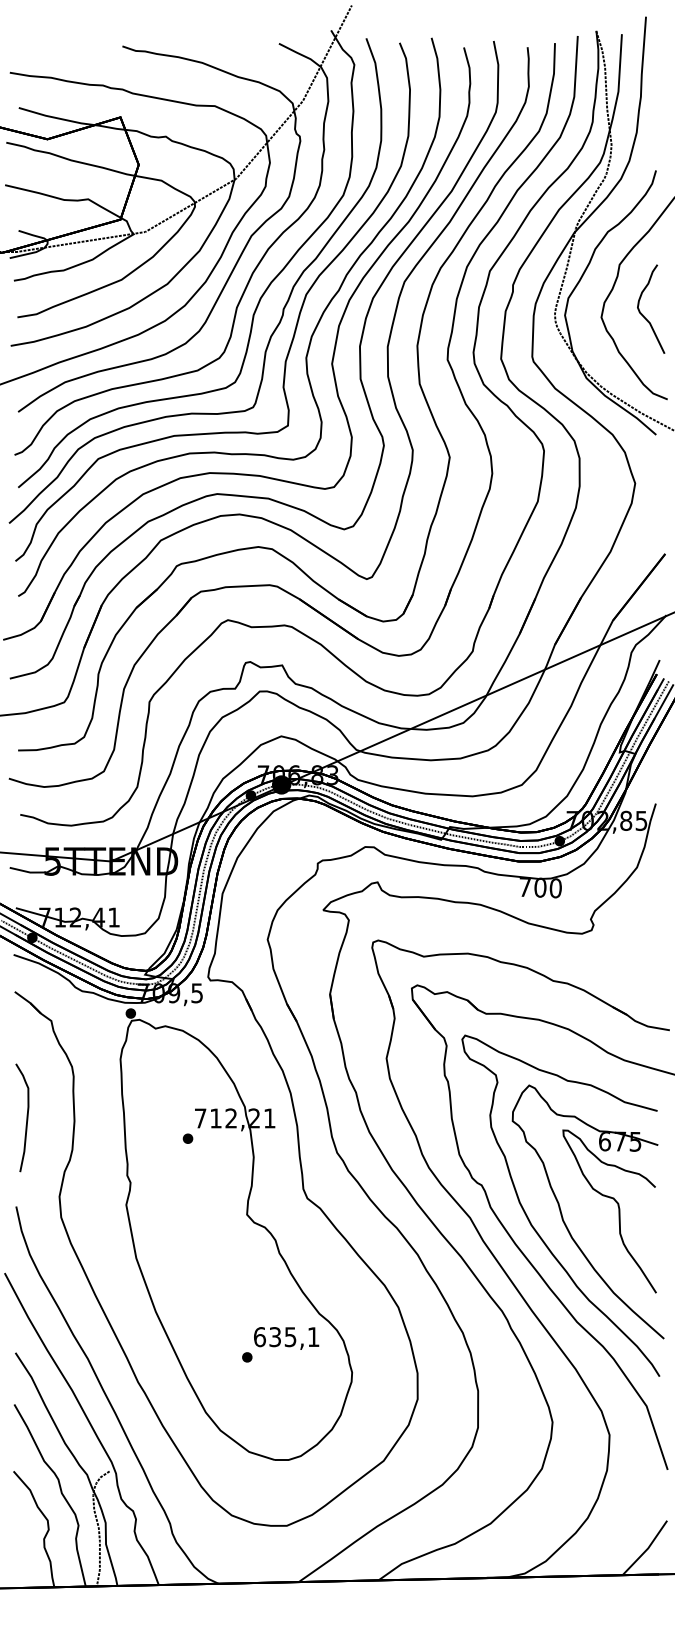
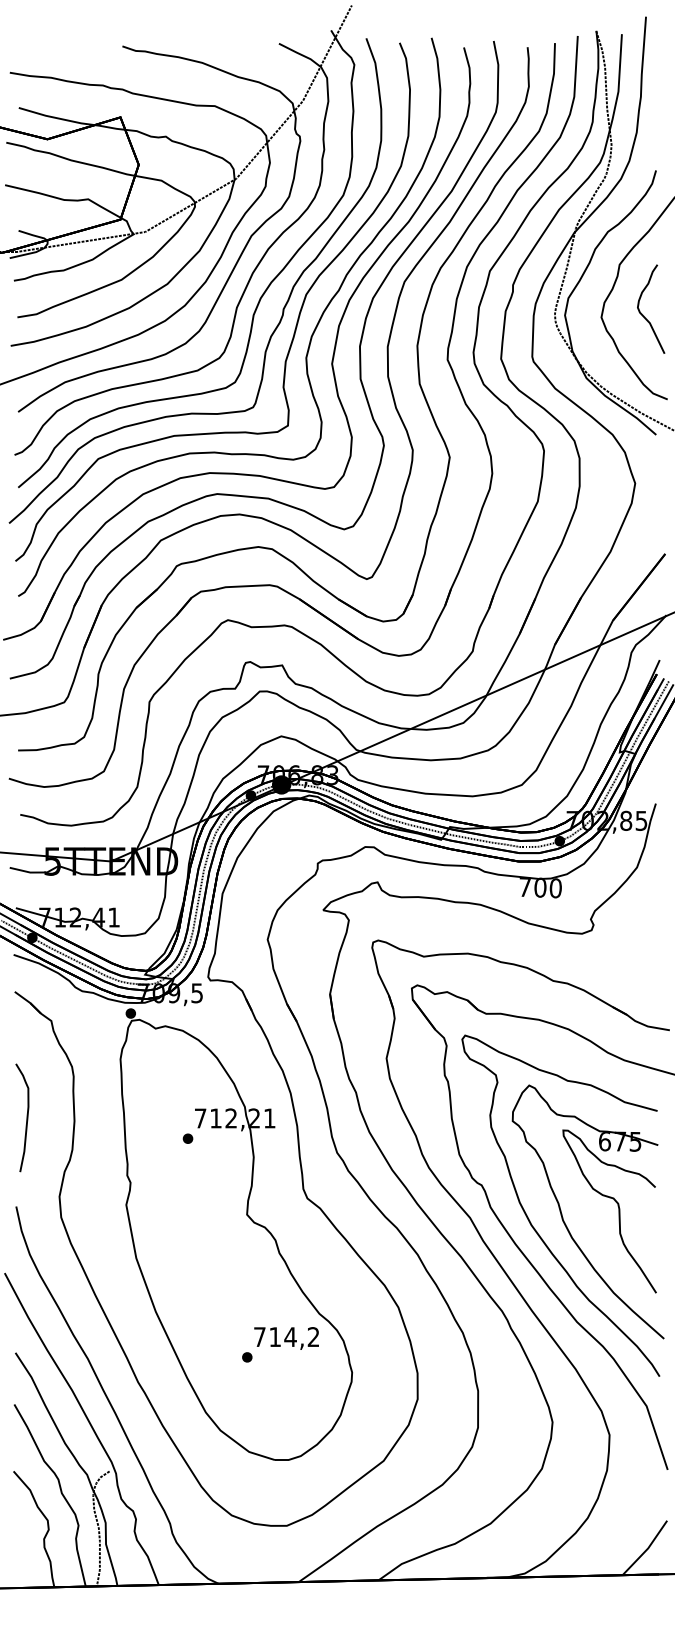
text at (286, 1337): 635,1 -> 714,2
